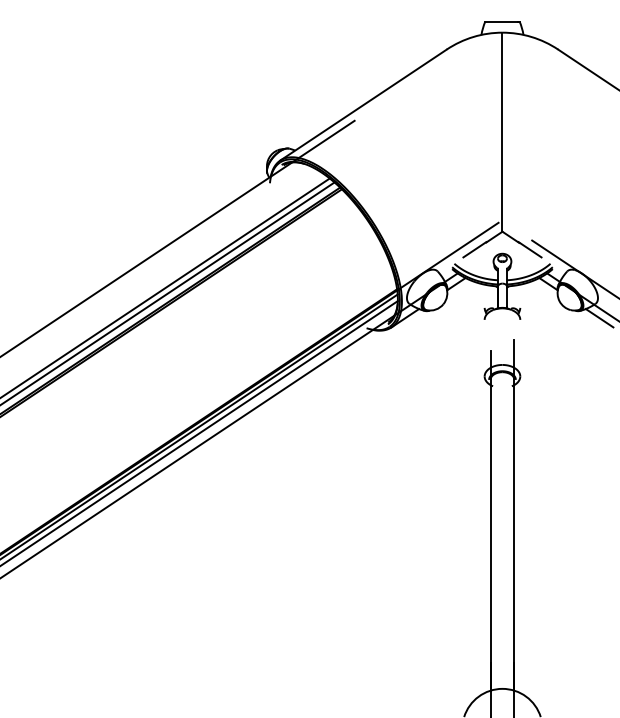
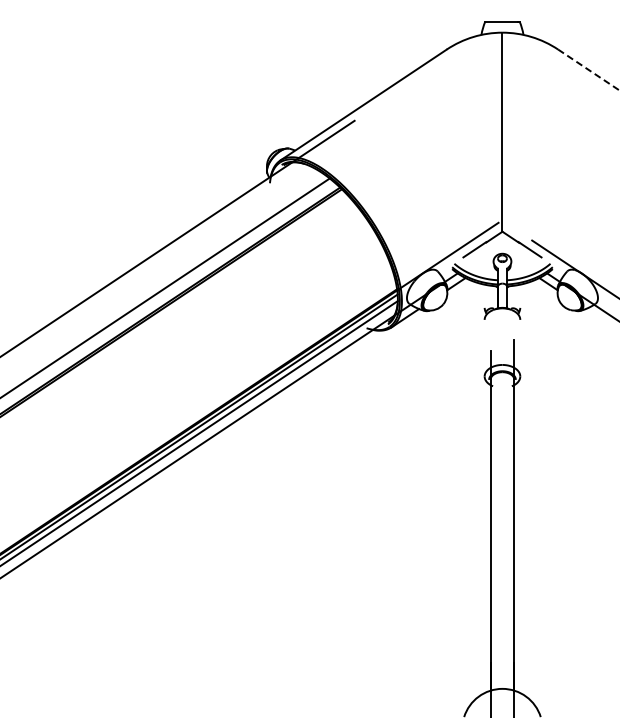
line at (588, 69): solid -> dashed
line at (168, 292): present -> none
line at (599, 318): present -> none
